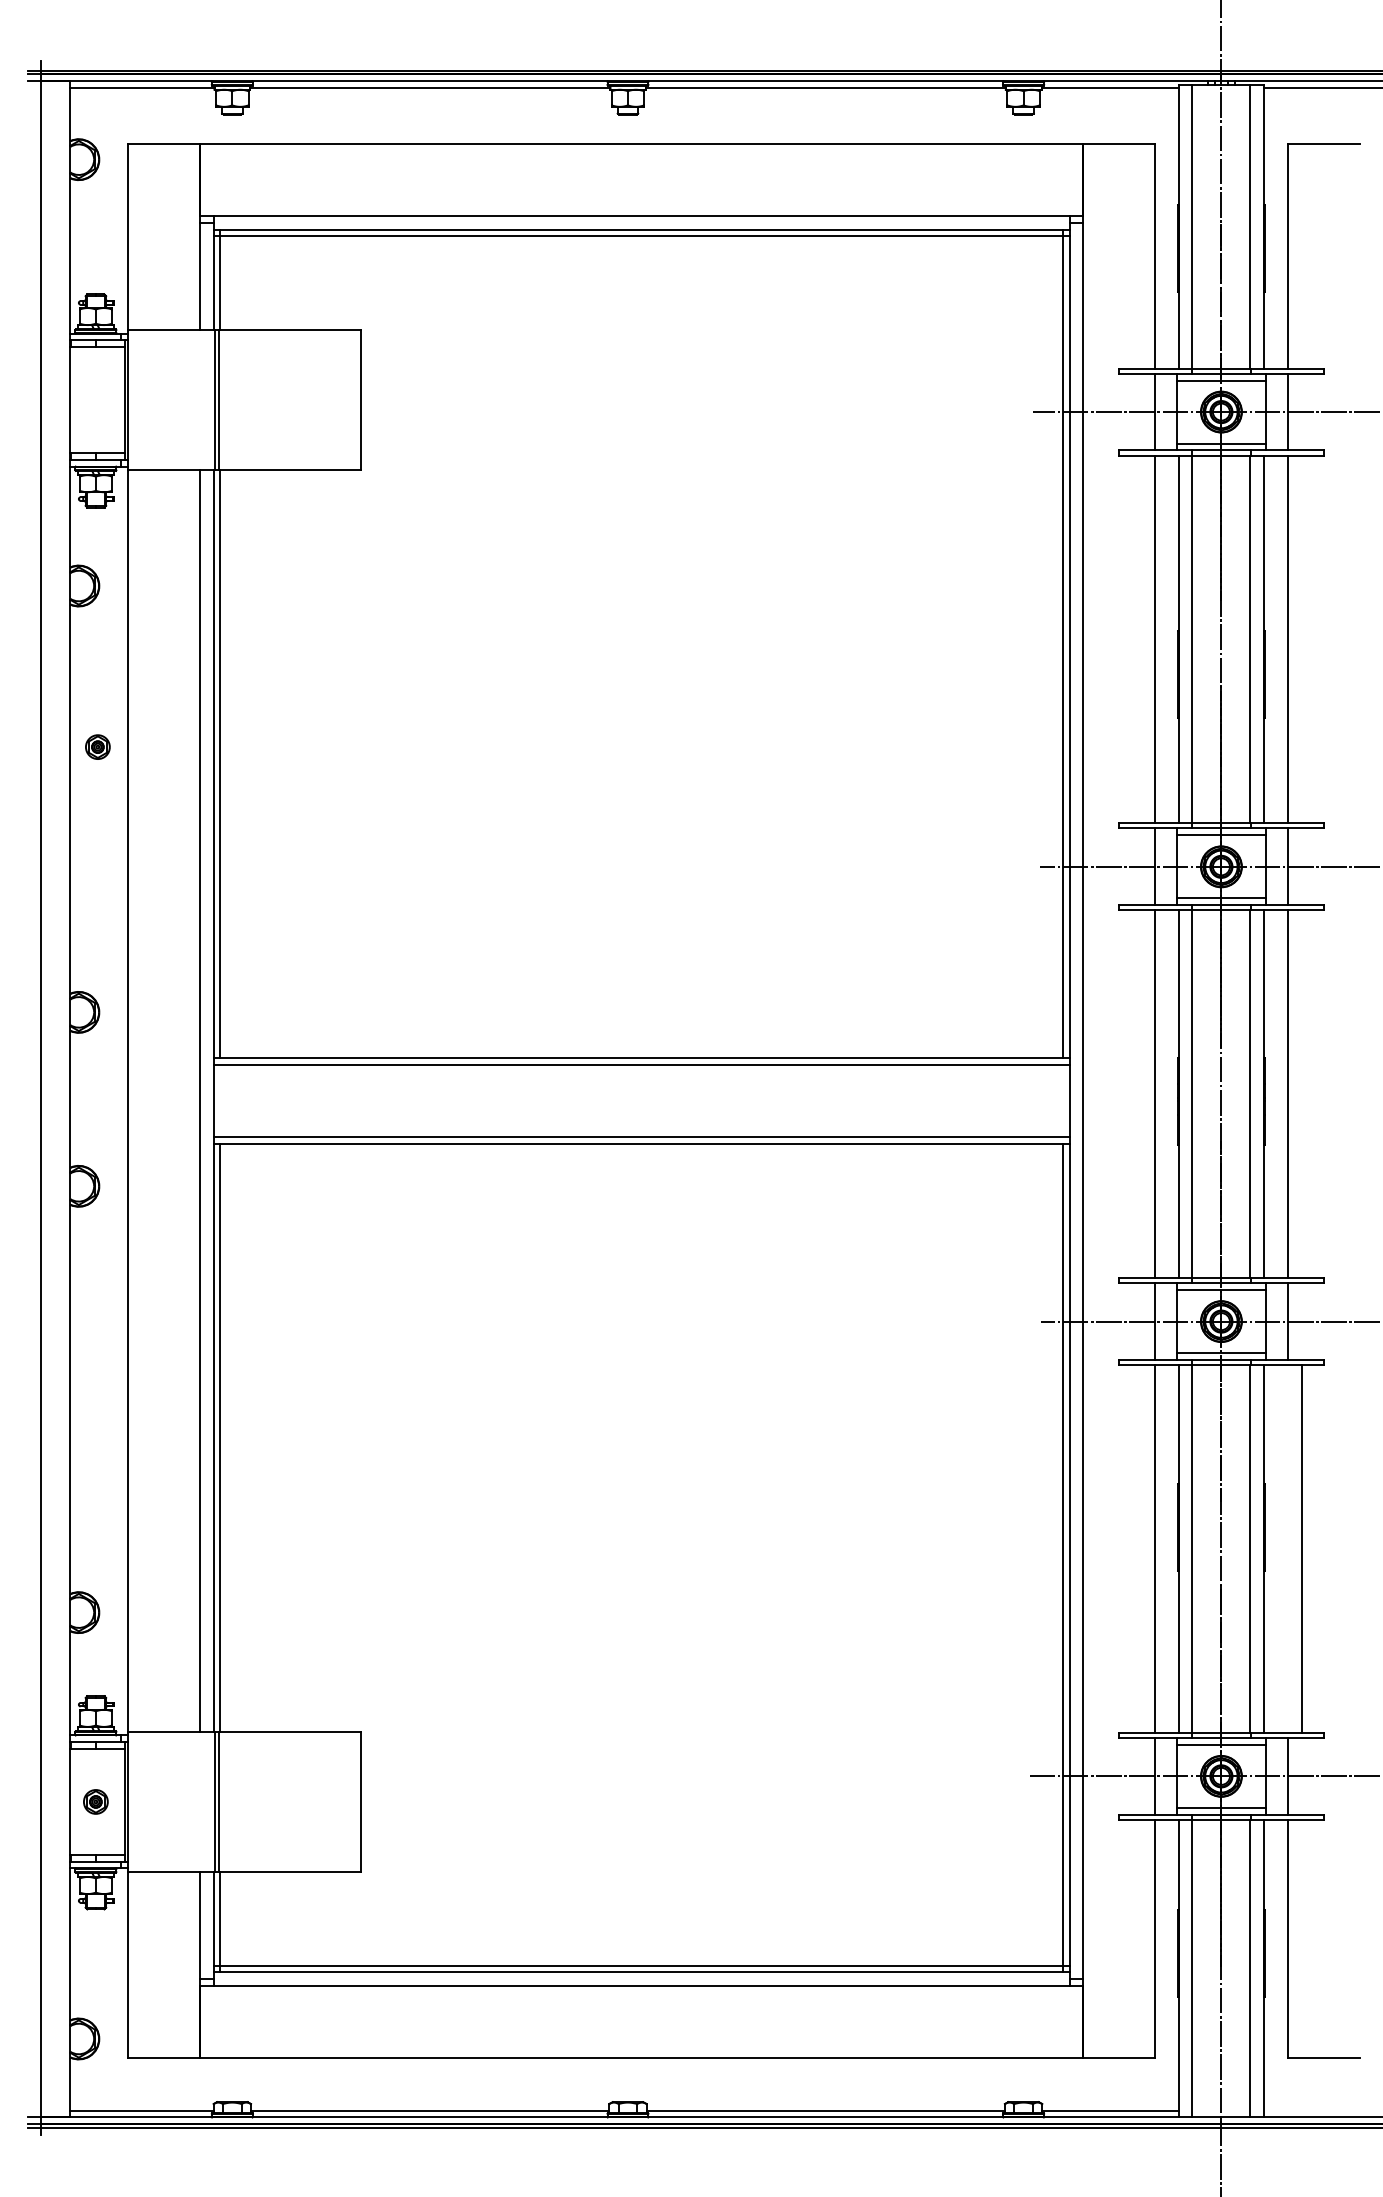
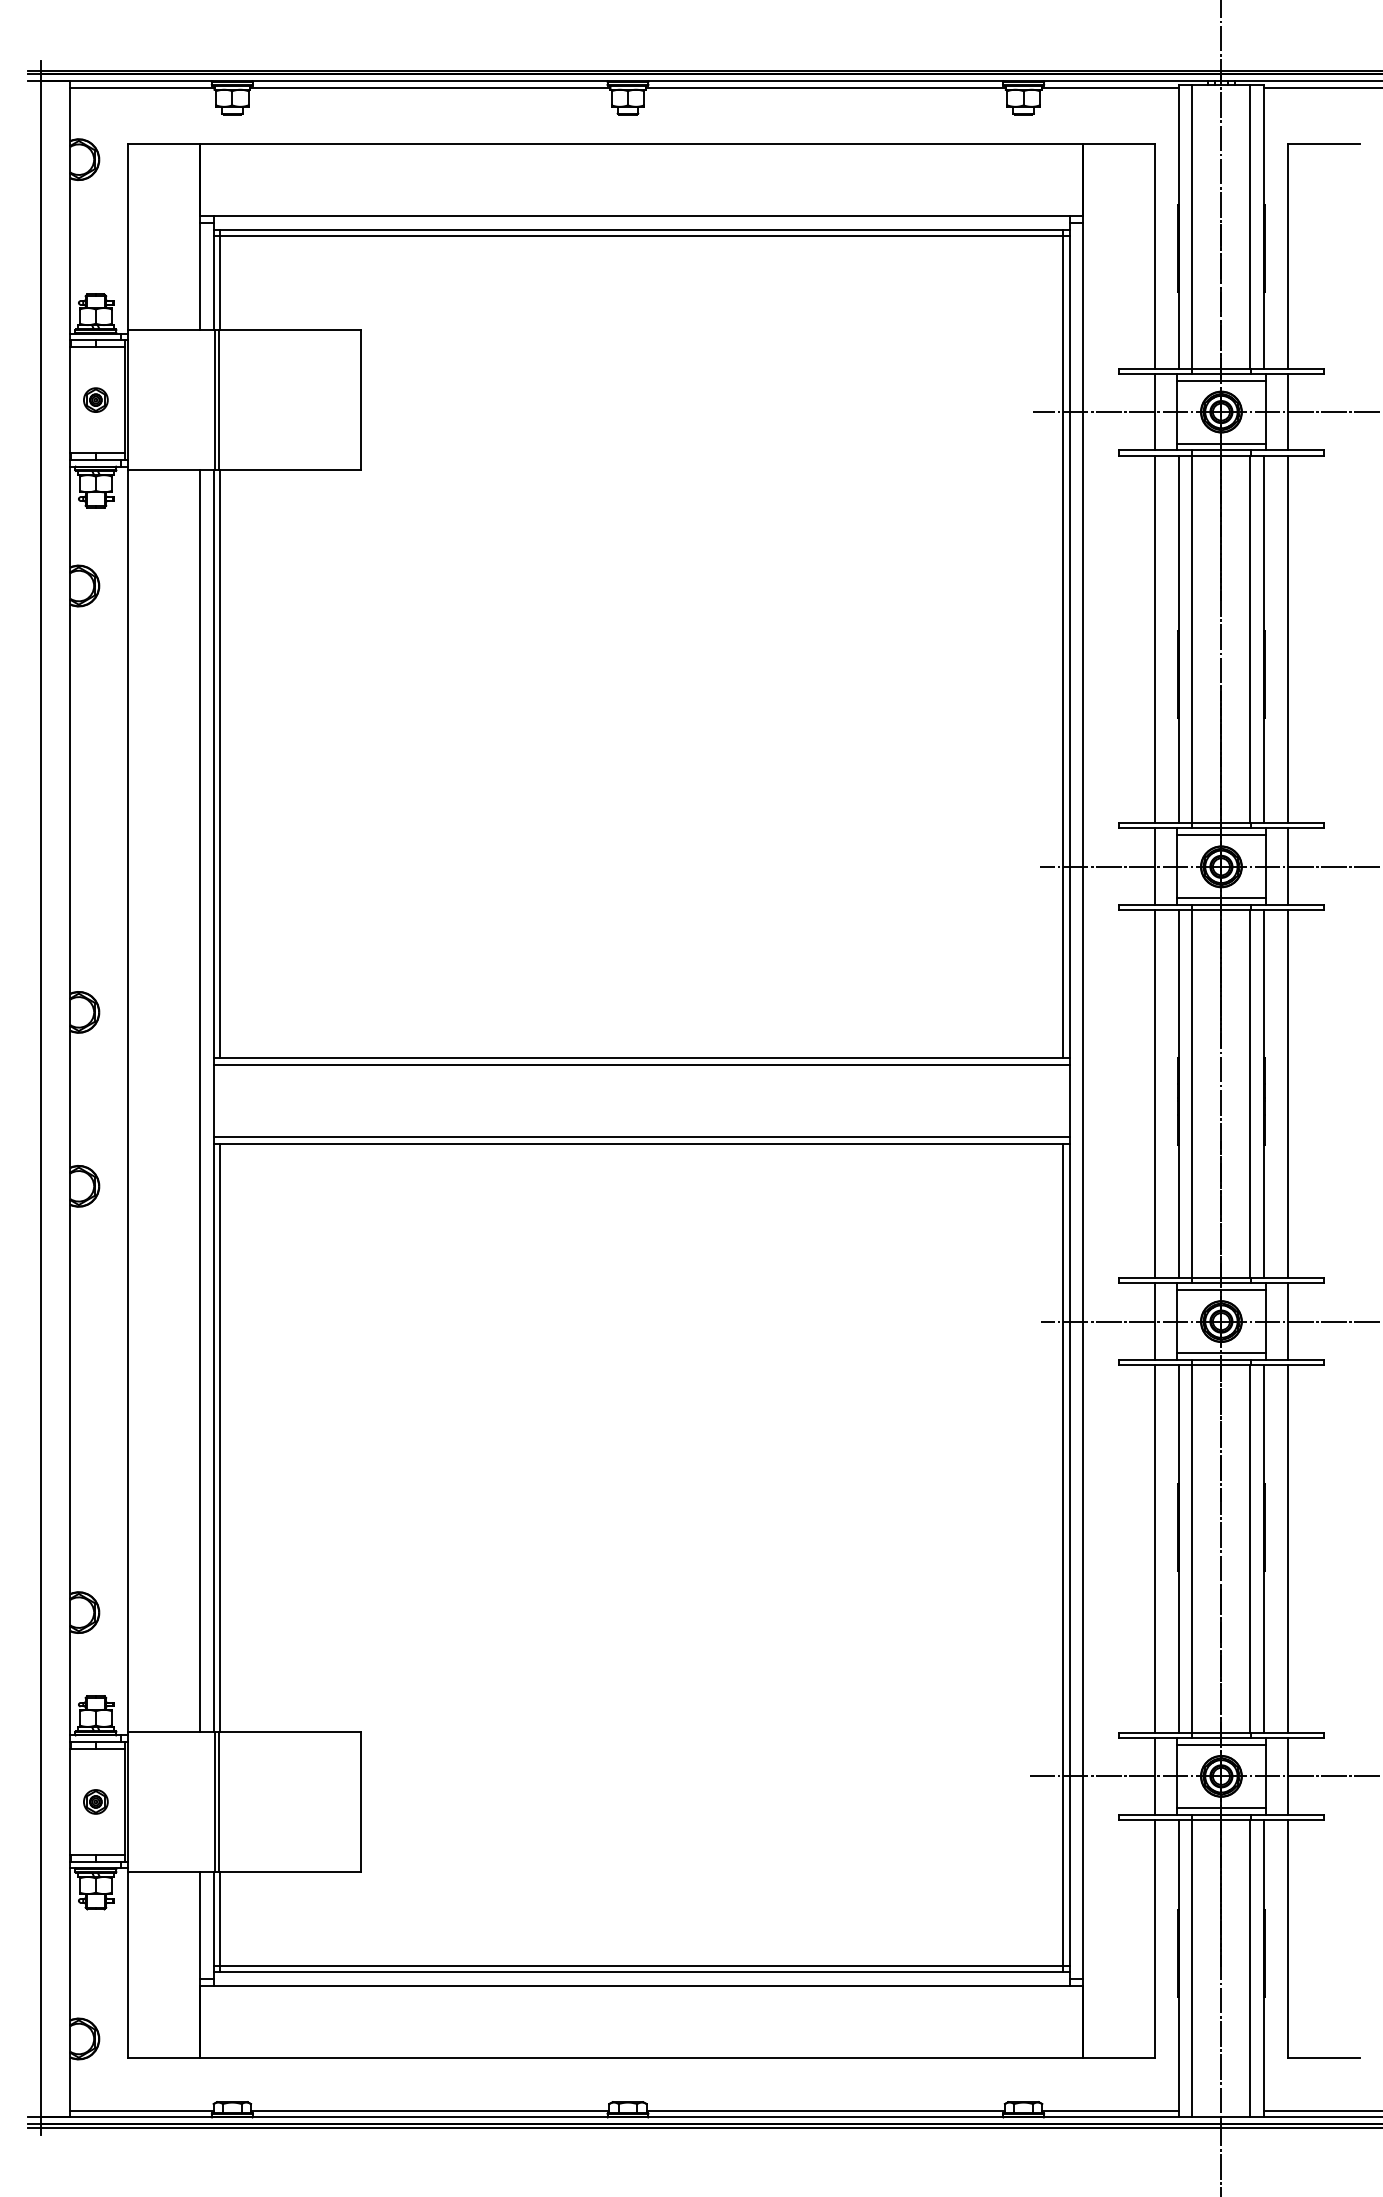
part at (97, 746) position: (97, 746) -> (95, 399)
line at (1301, 1548) position: (1301, 1548) -> (1287, 1548)
line at (1321, 2110): none -> present
